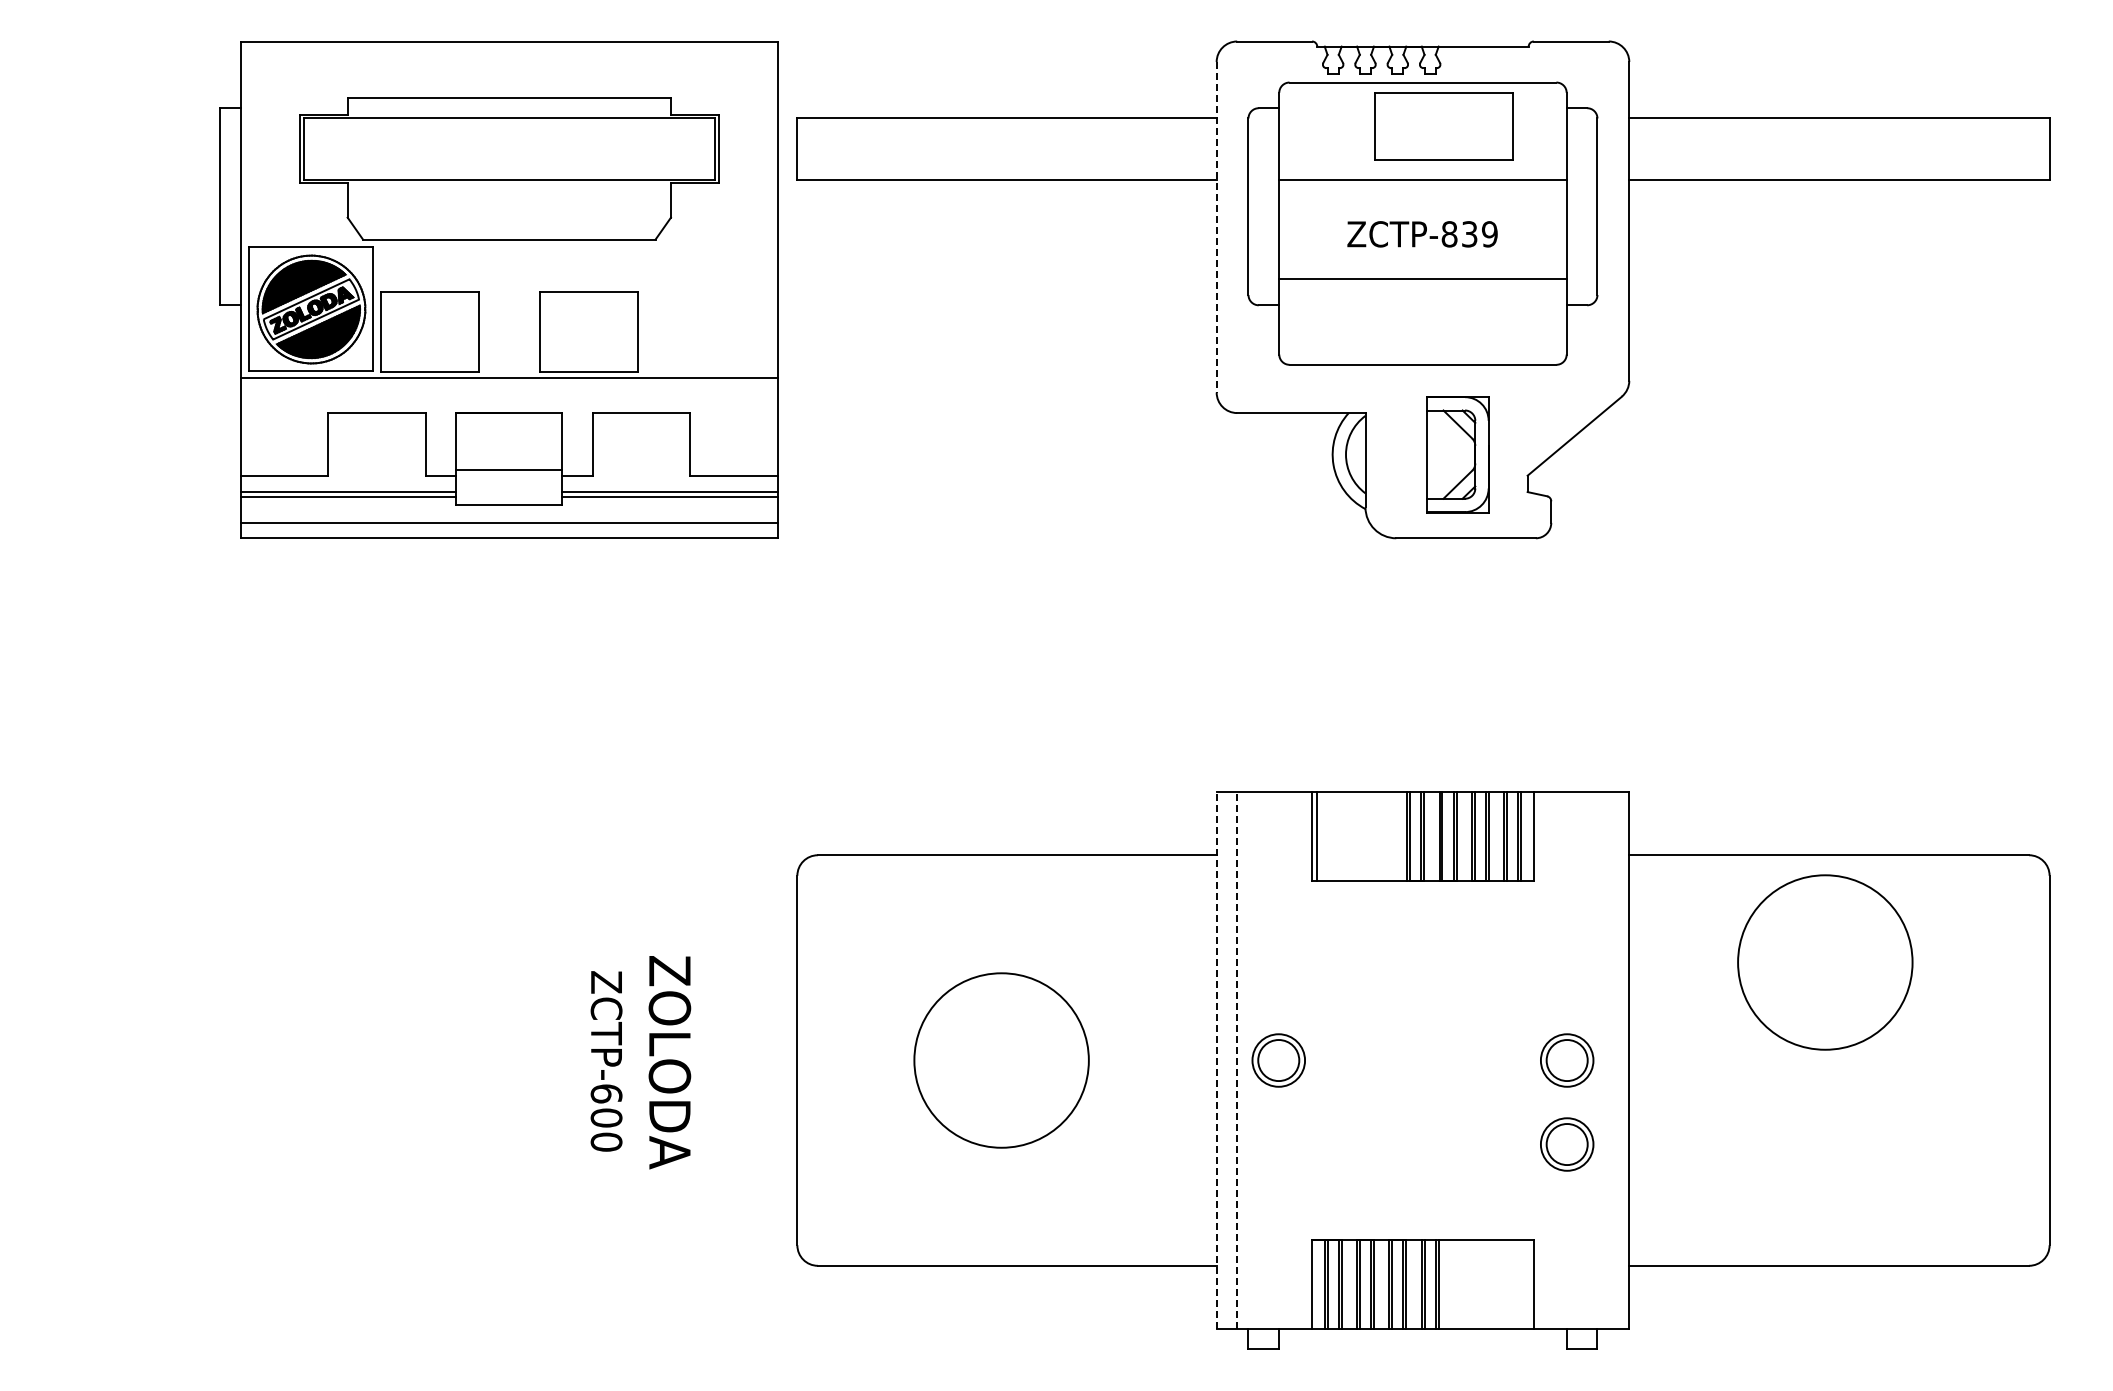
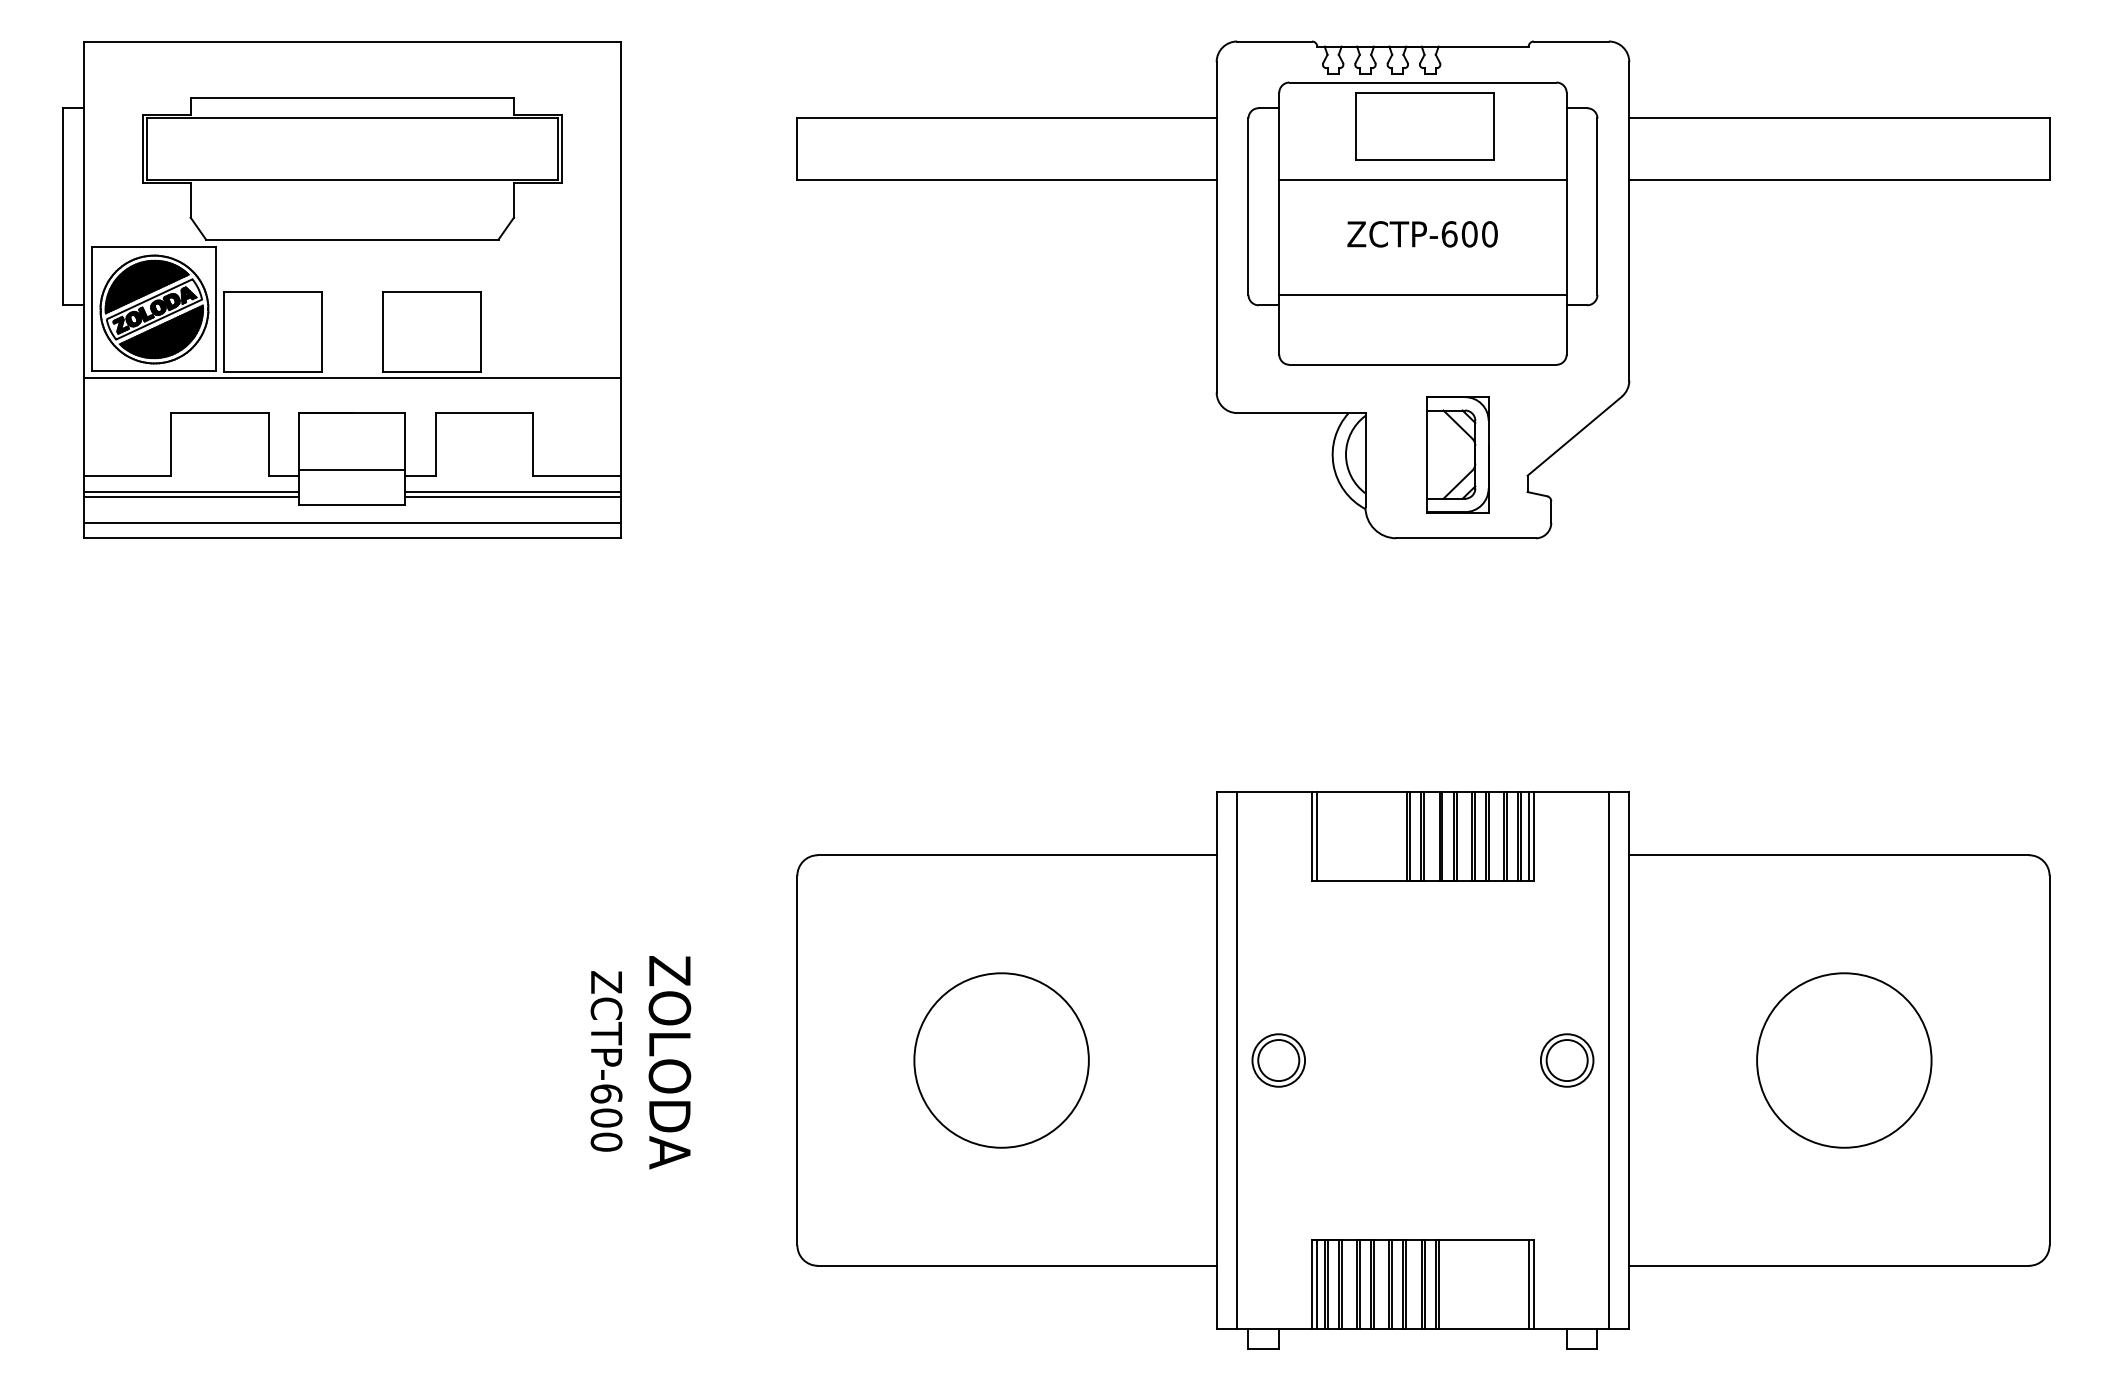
part at (1443, 126) position: (1443, 126) -> (1424, 126)
line at (1216, 227): dashed -> solid
text at (1469, 234): ZCTP-839 -> ZCTP-600
line at (1422, 279) position: (1422, 279) -> (1422, 295)
part at (498, 289) position: (498, 289) -> (341, 289)
line at (1528, 836): none -> present
circle at (1825, 962) position: (1825, 962) -> (1844, 1060)
line at (1216, 1060): dashed -> solid
line at (1237, 1060): dashed -> solid
line at (1608, 1060): none -> present
part at (1567, 1144): present -> none
line at (1317, 1283): none -> present
line at (1528, 1283): none -> present
